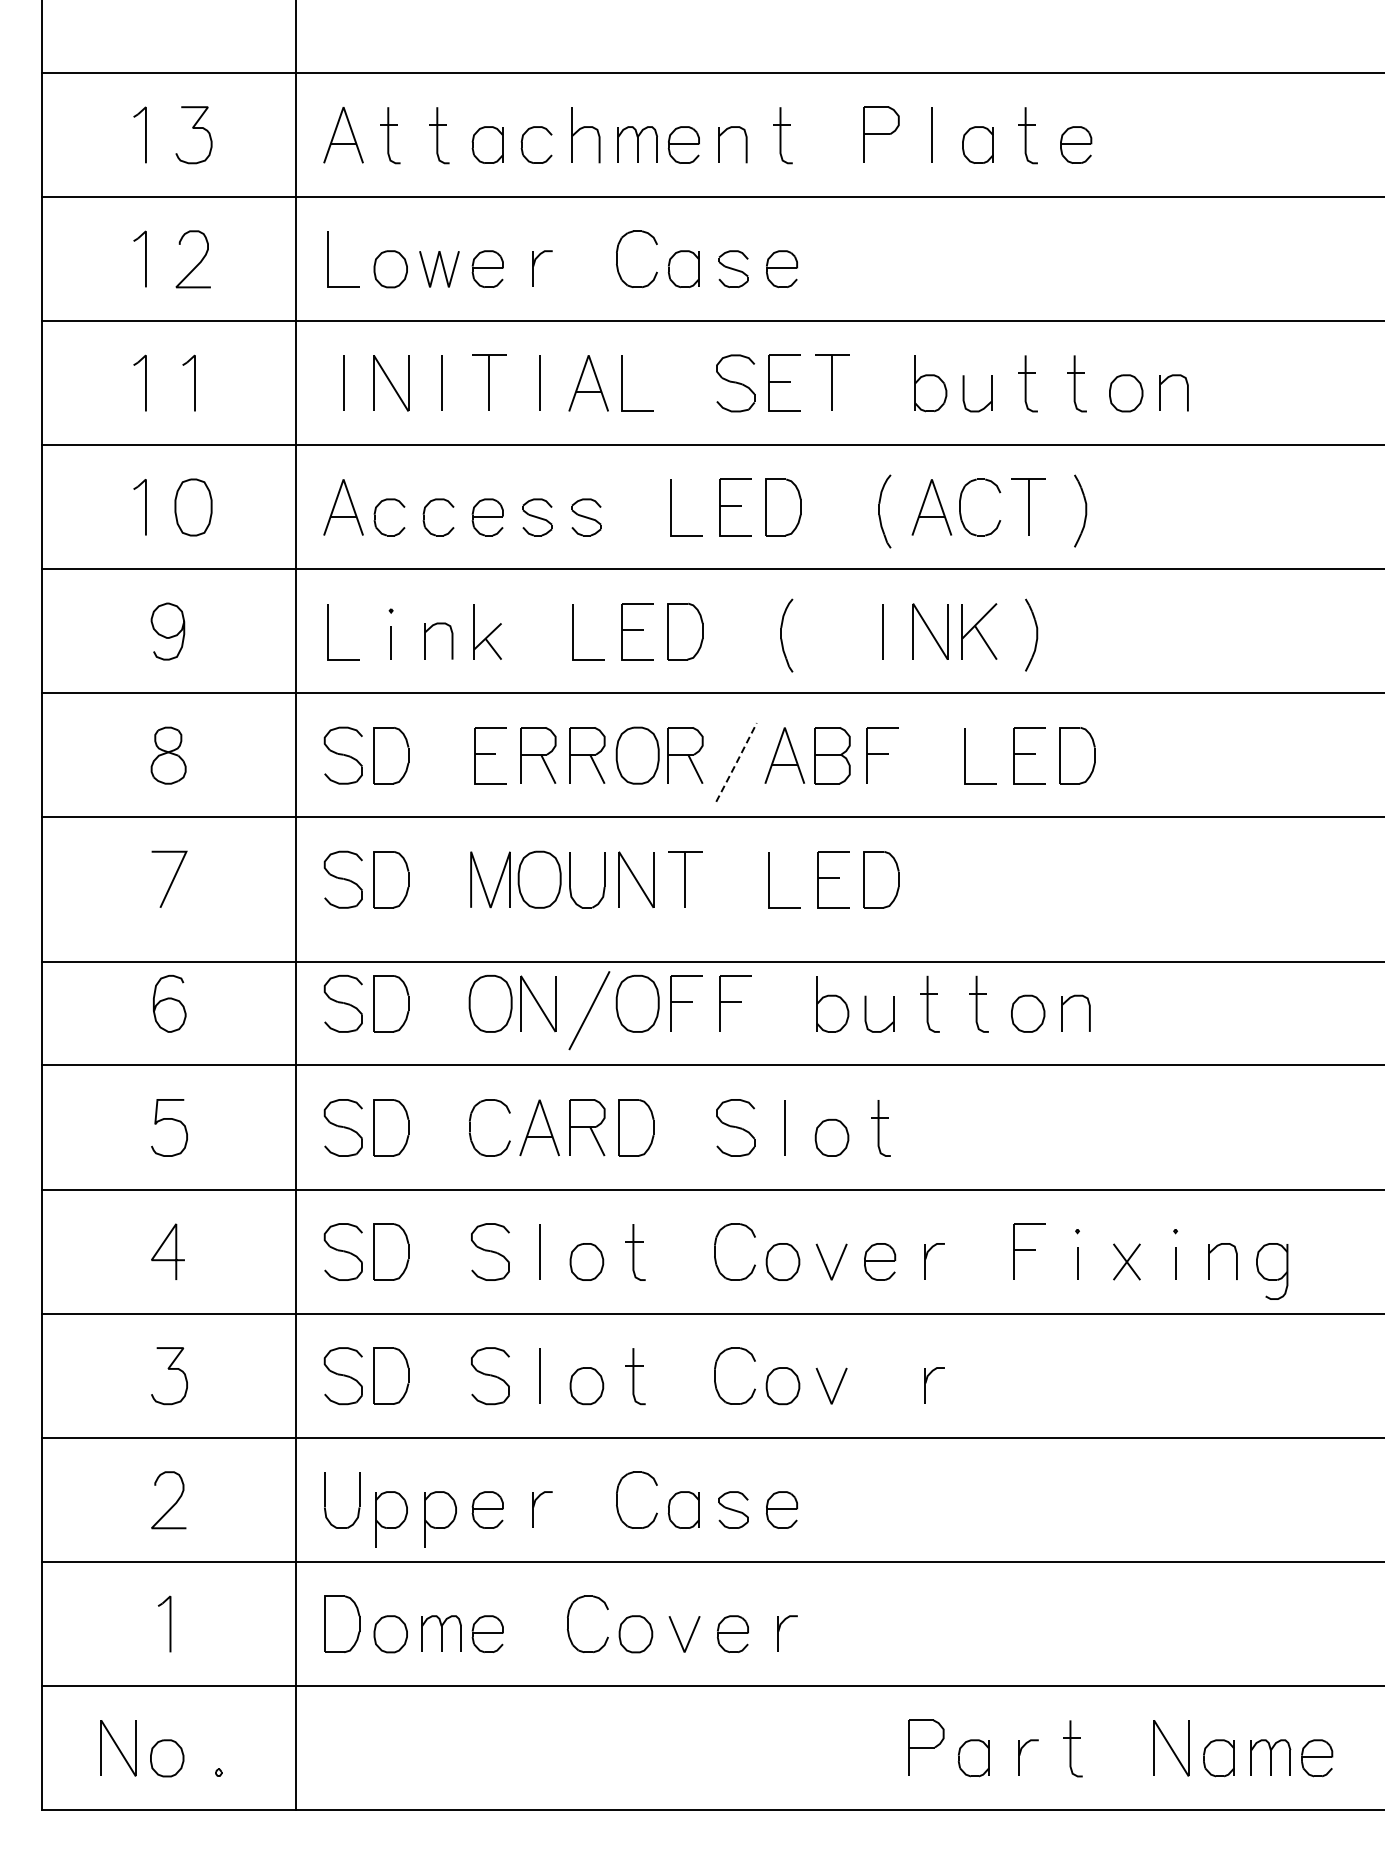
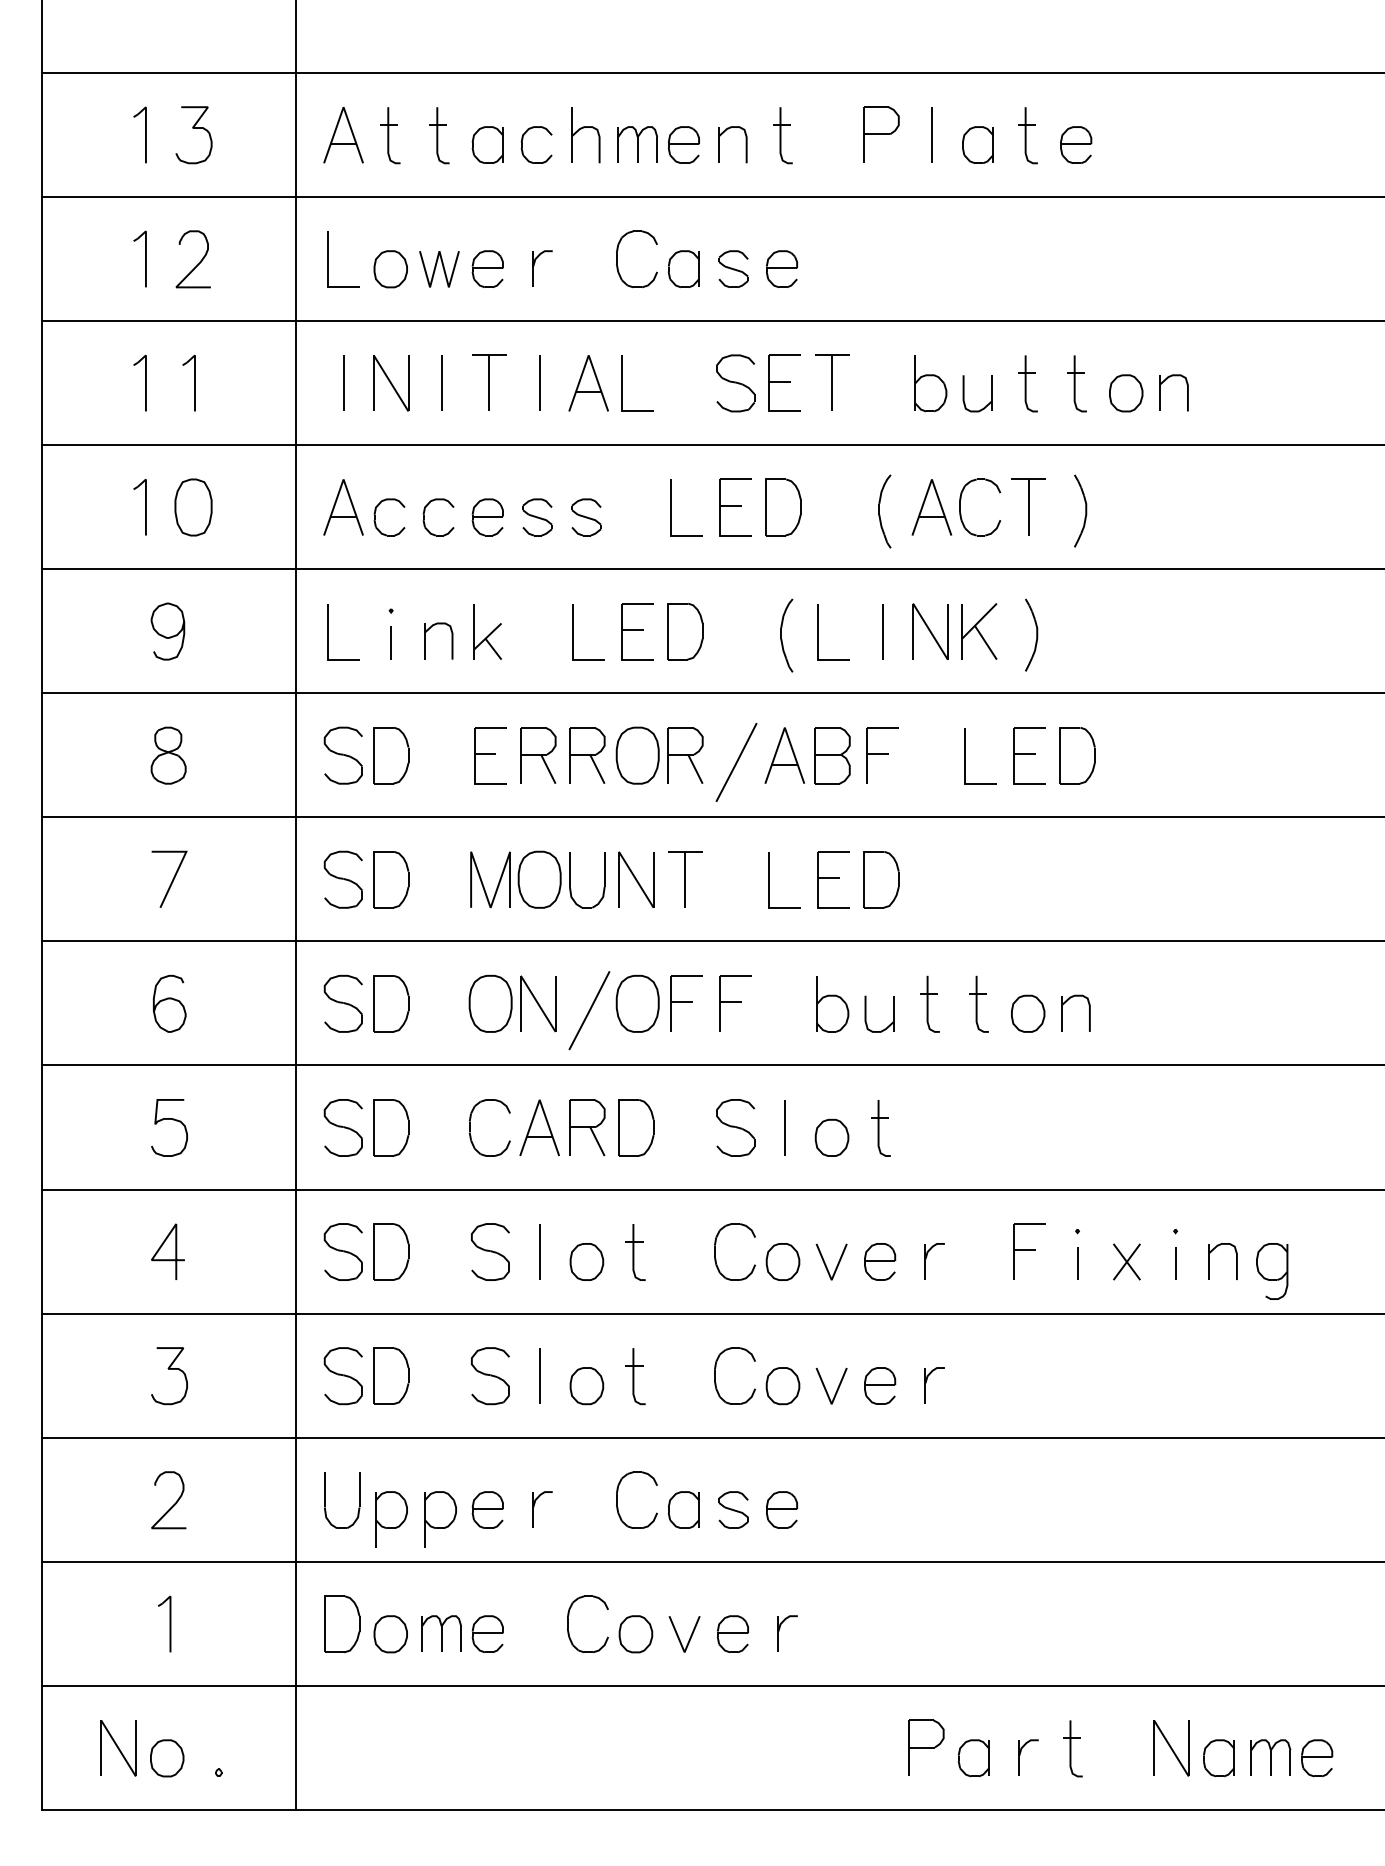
line at (818, 632): none -> present
line at (736, 762): dashed -> solid
line at (711, 962) position: (711, 962) -> (711, 941)
part at (880, 1385): none -> present
